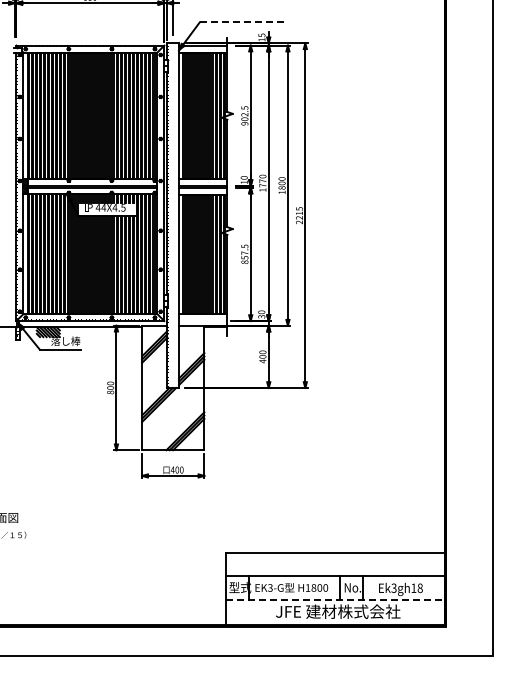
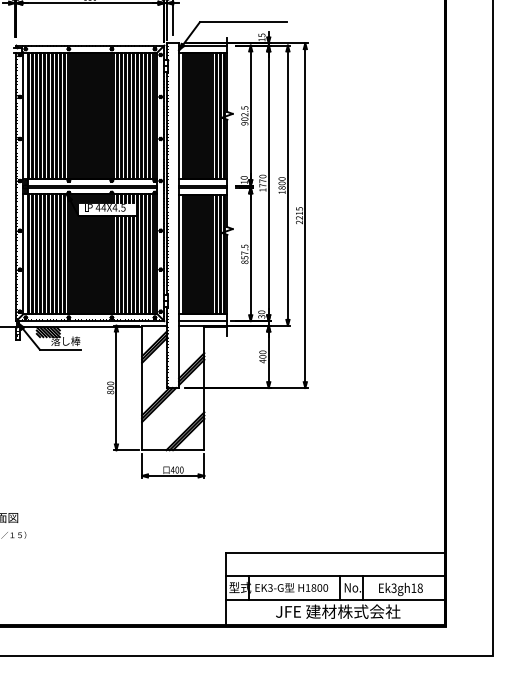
line at (243, 22): dashed -> solid
line at (203, 321): none -> present
line at (335, 599): dashed -> solid
